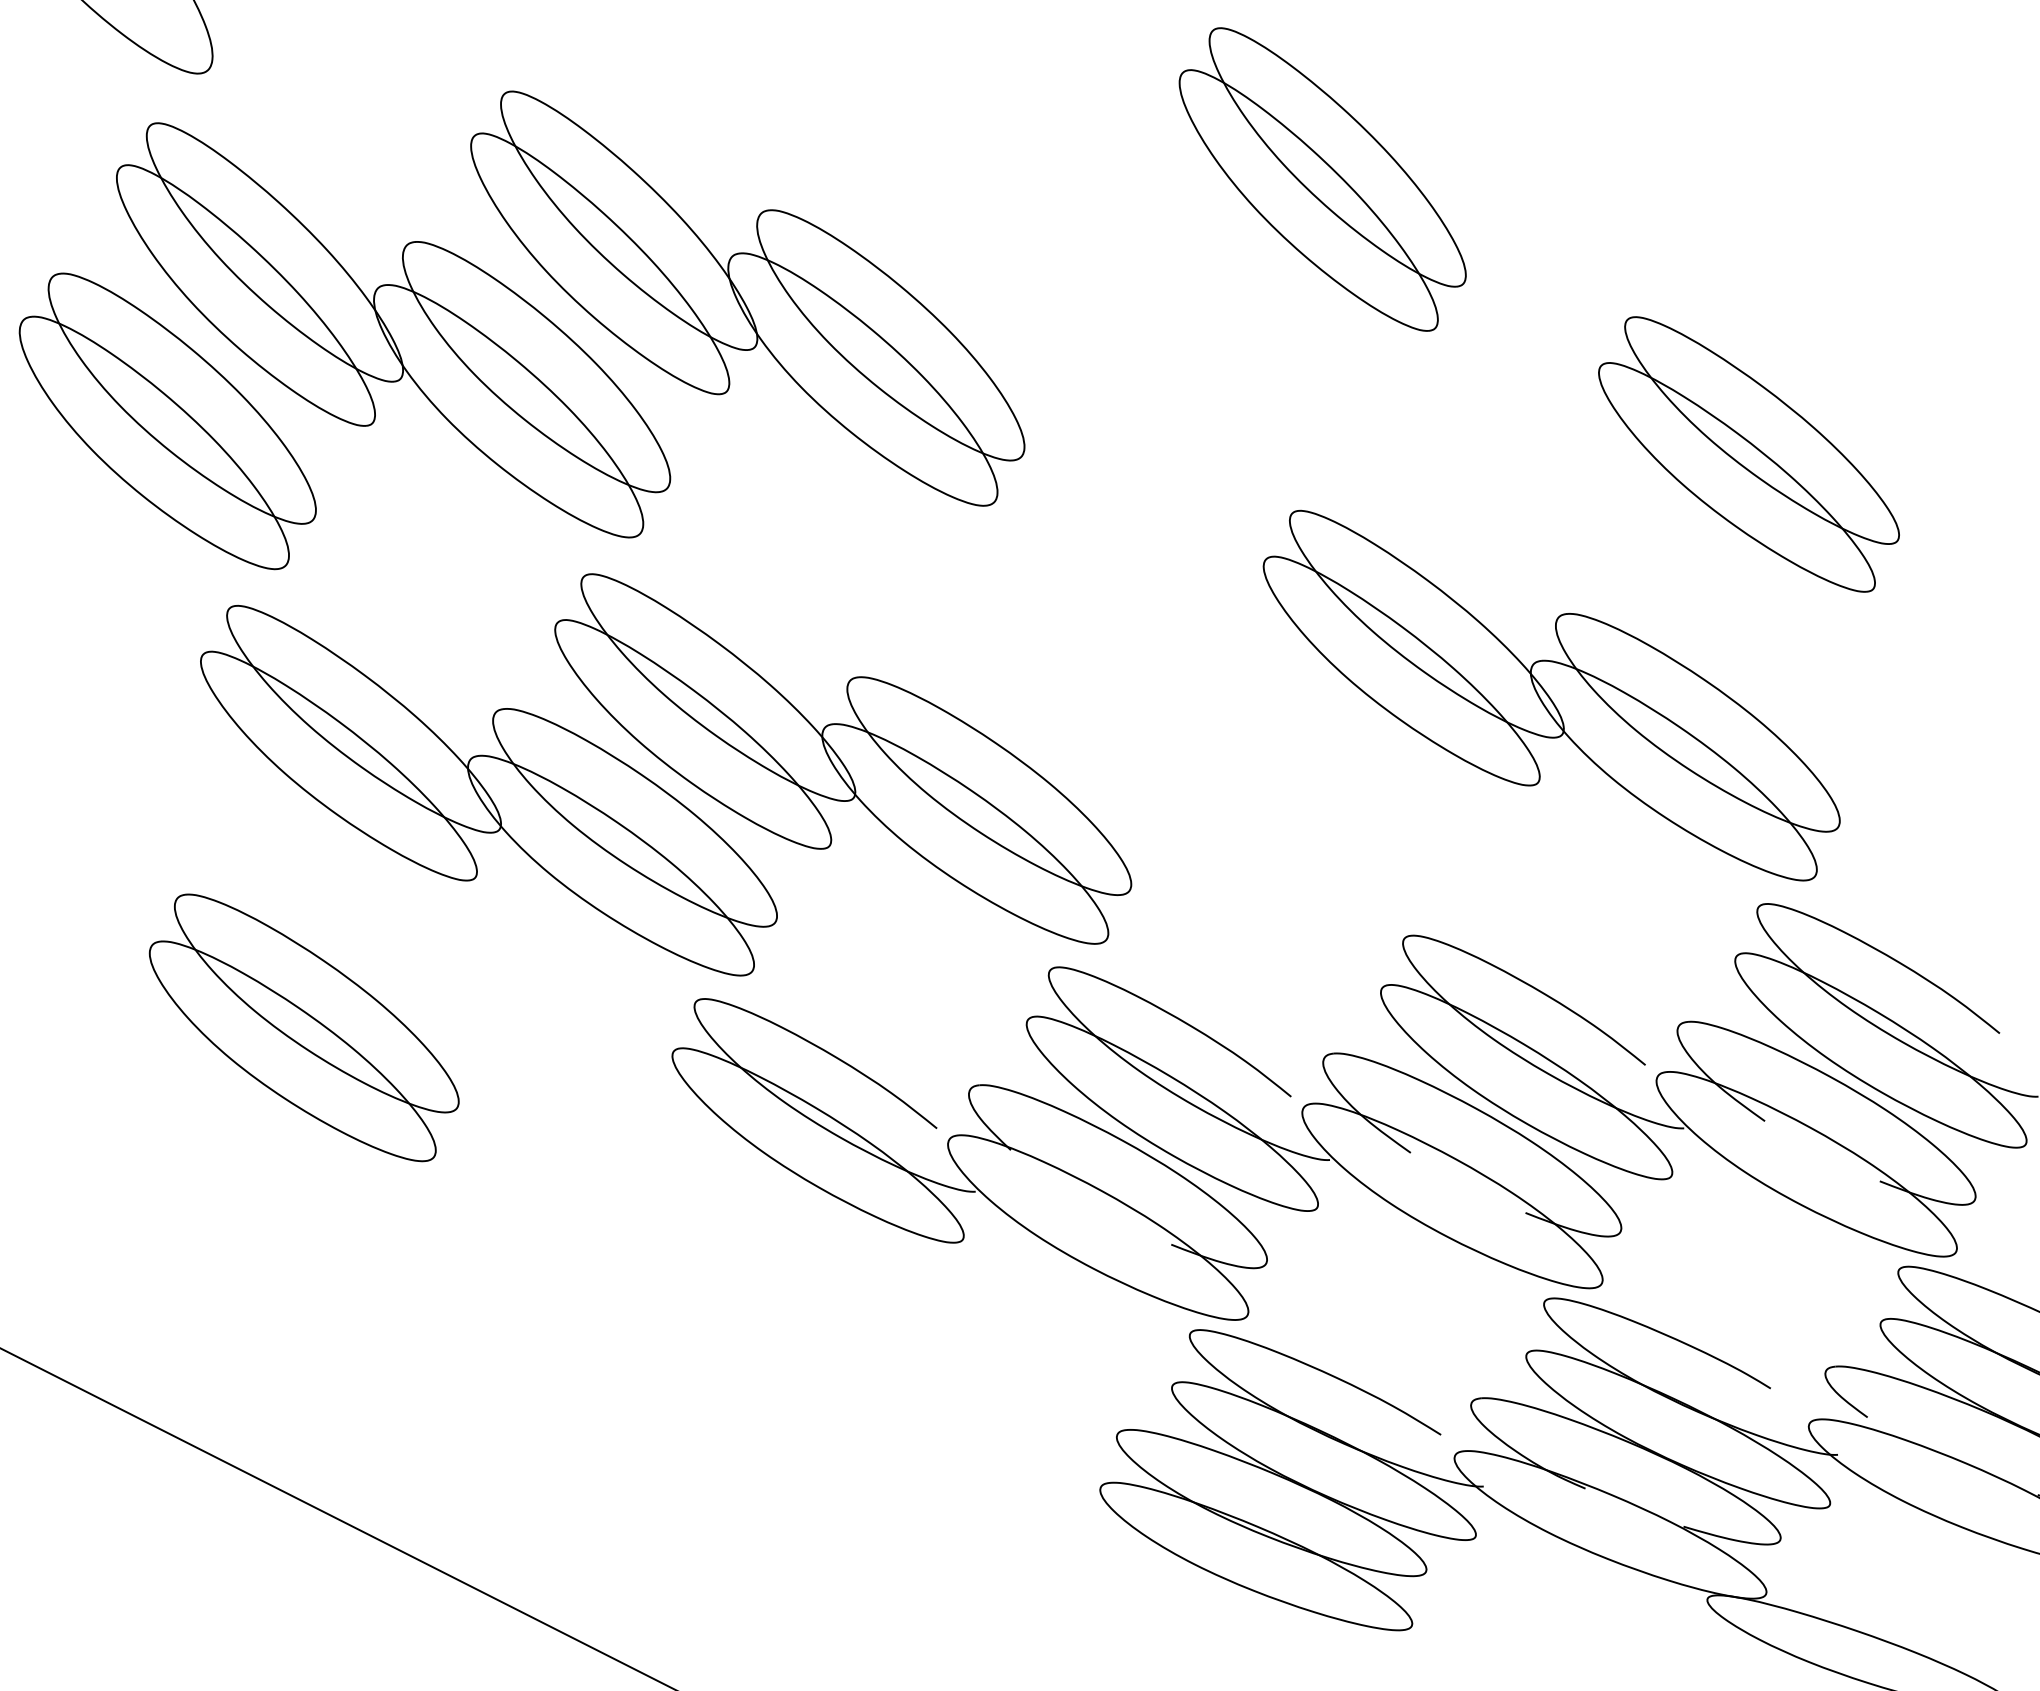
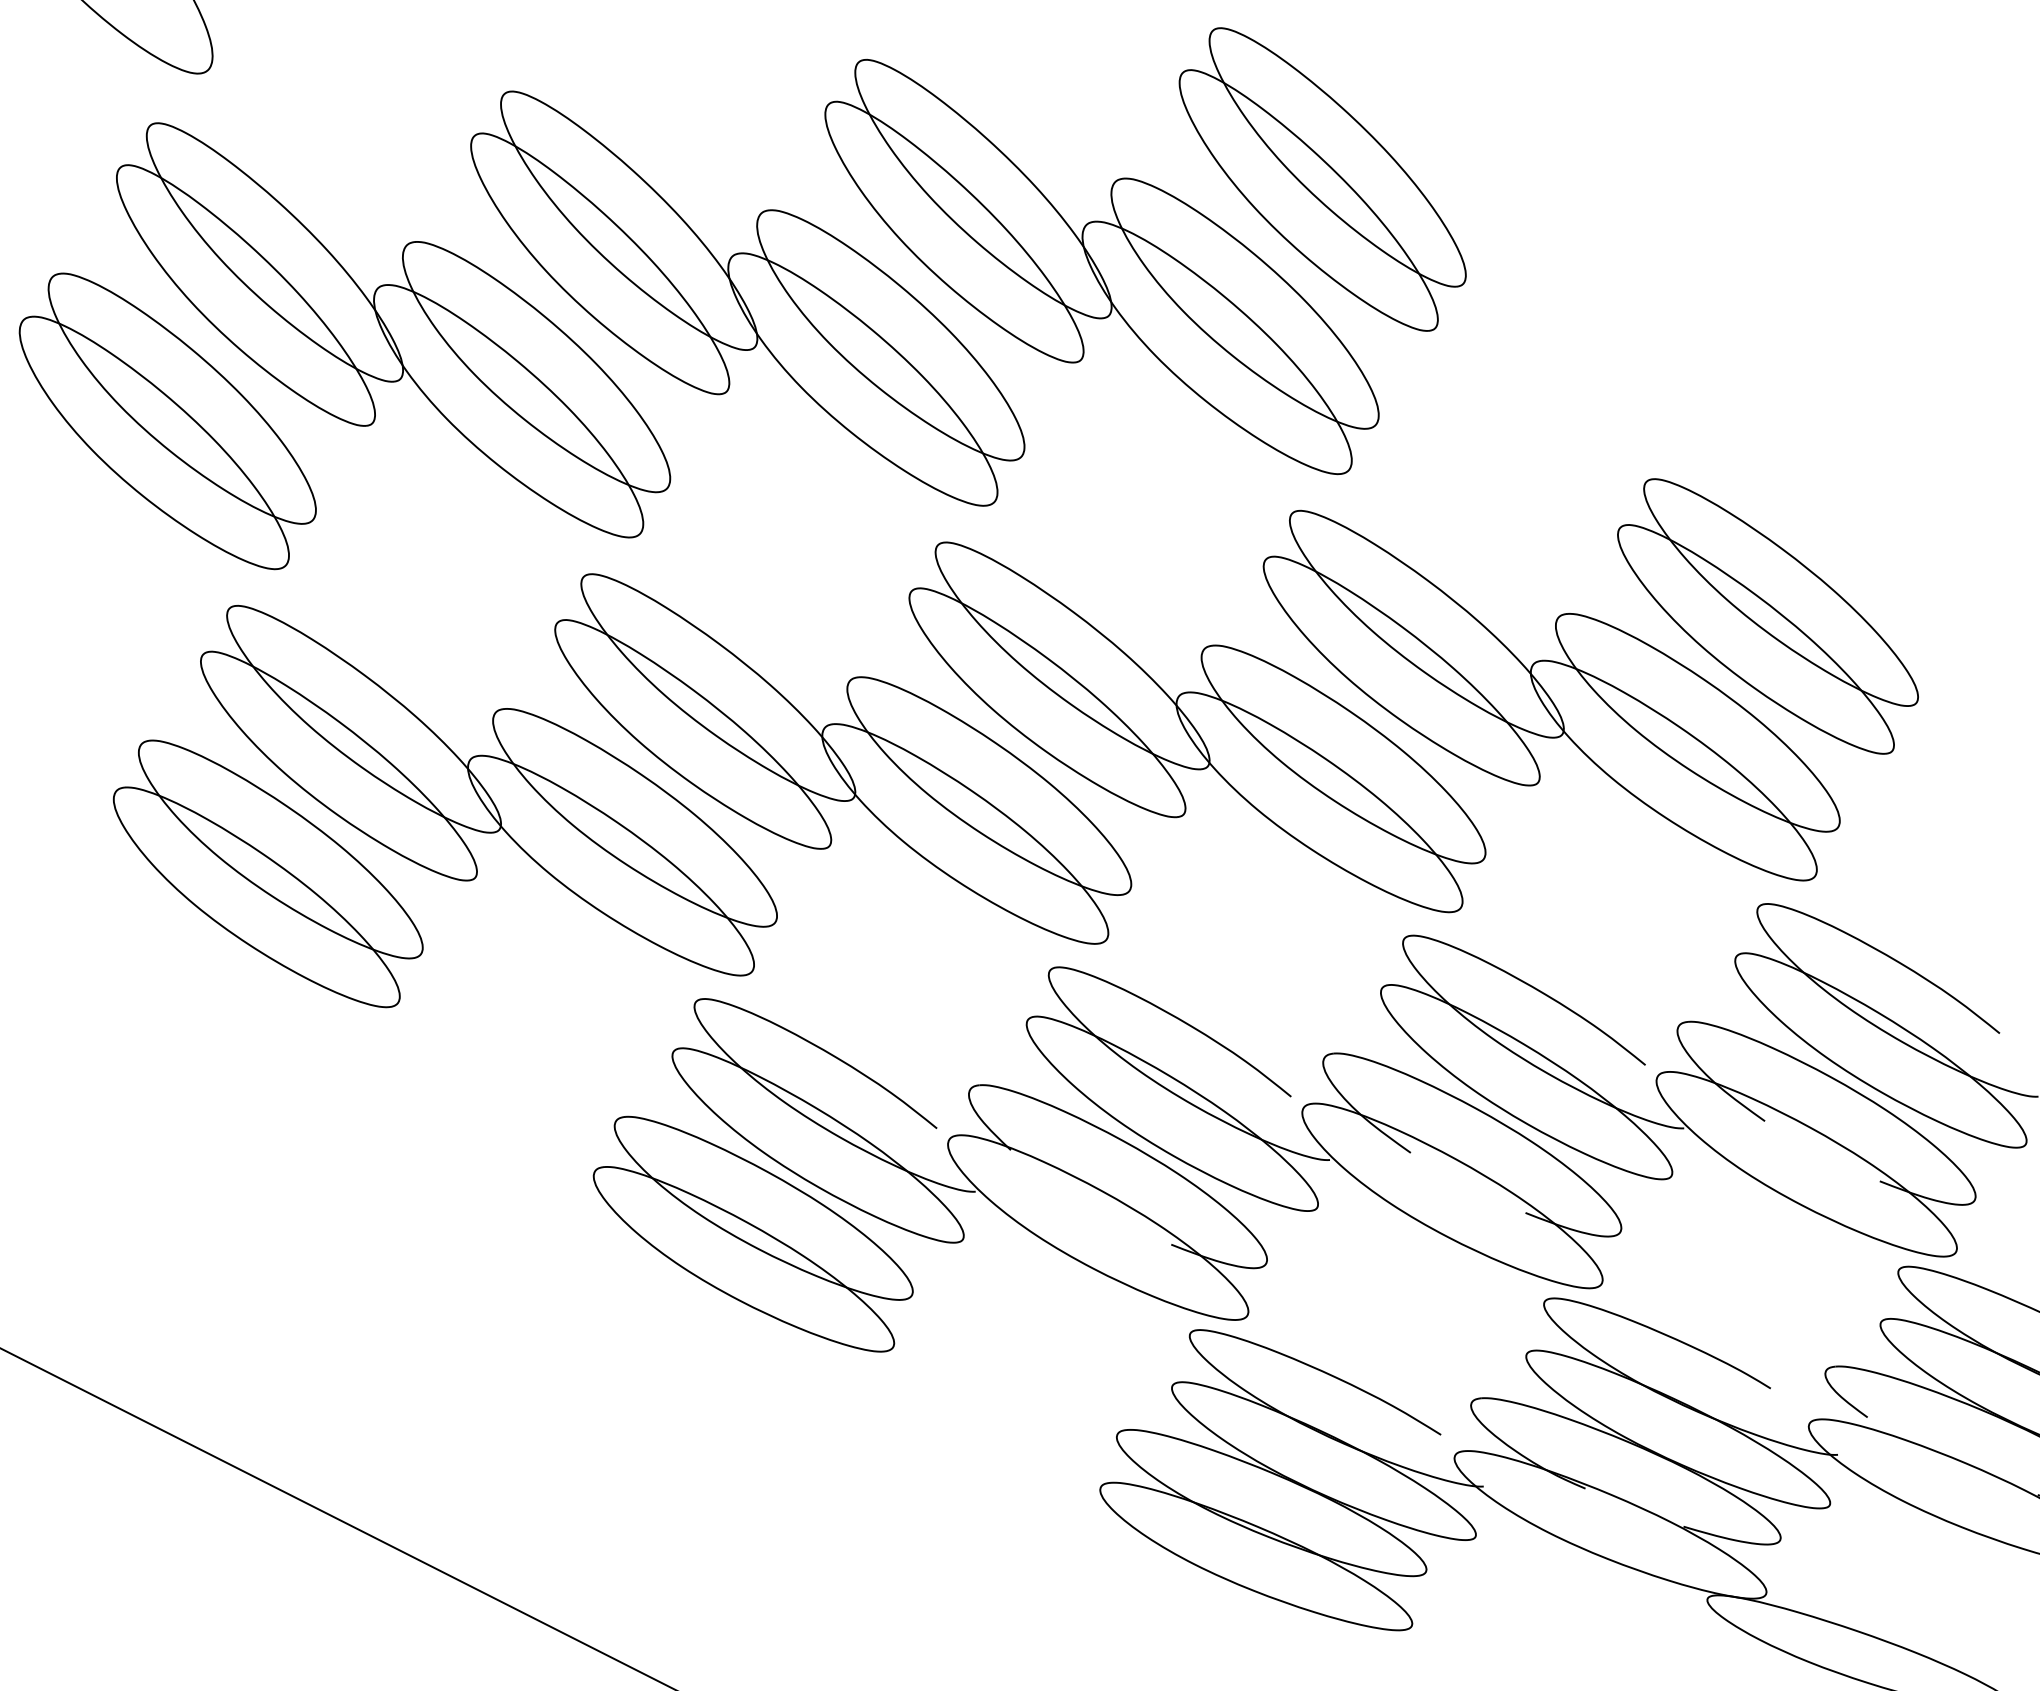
part at (1101, 266): none -> present
part at (1748, 454) position: (1748, 454) -> (1767, 616)
part at (1197, 727): none -> present
part at (303, 1027) position: (303, 1027) -> (267, 873)
part at (752, 1233): none -> present
